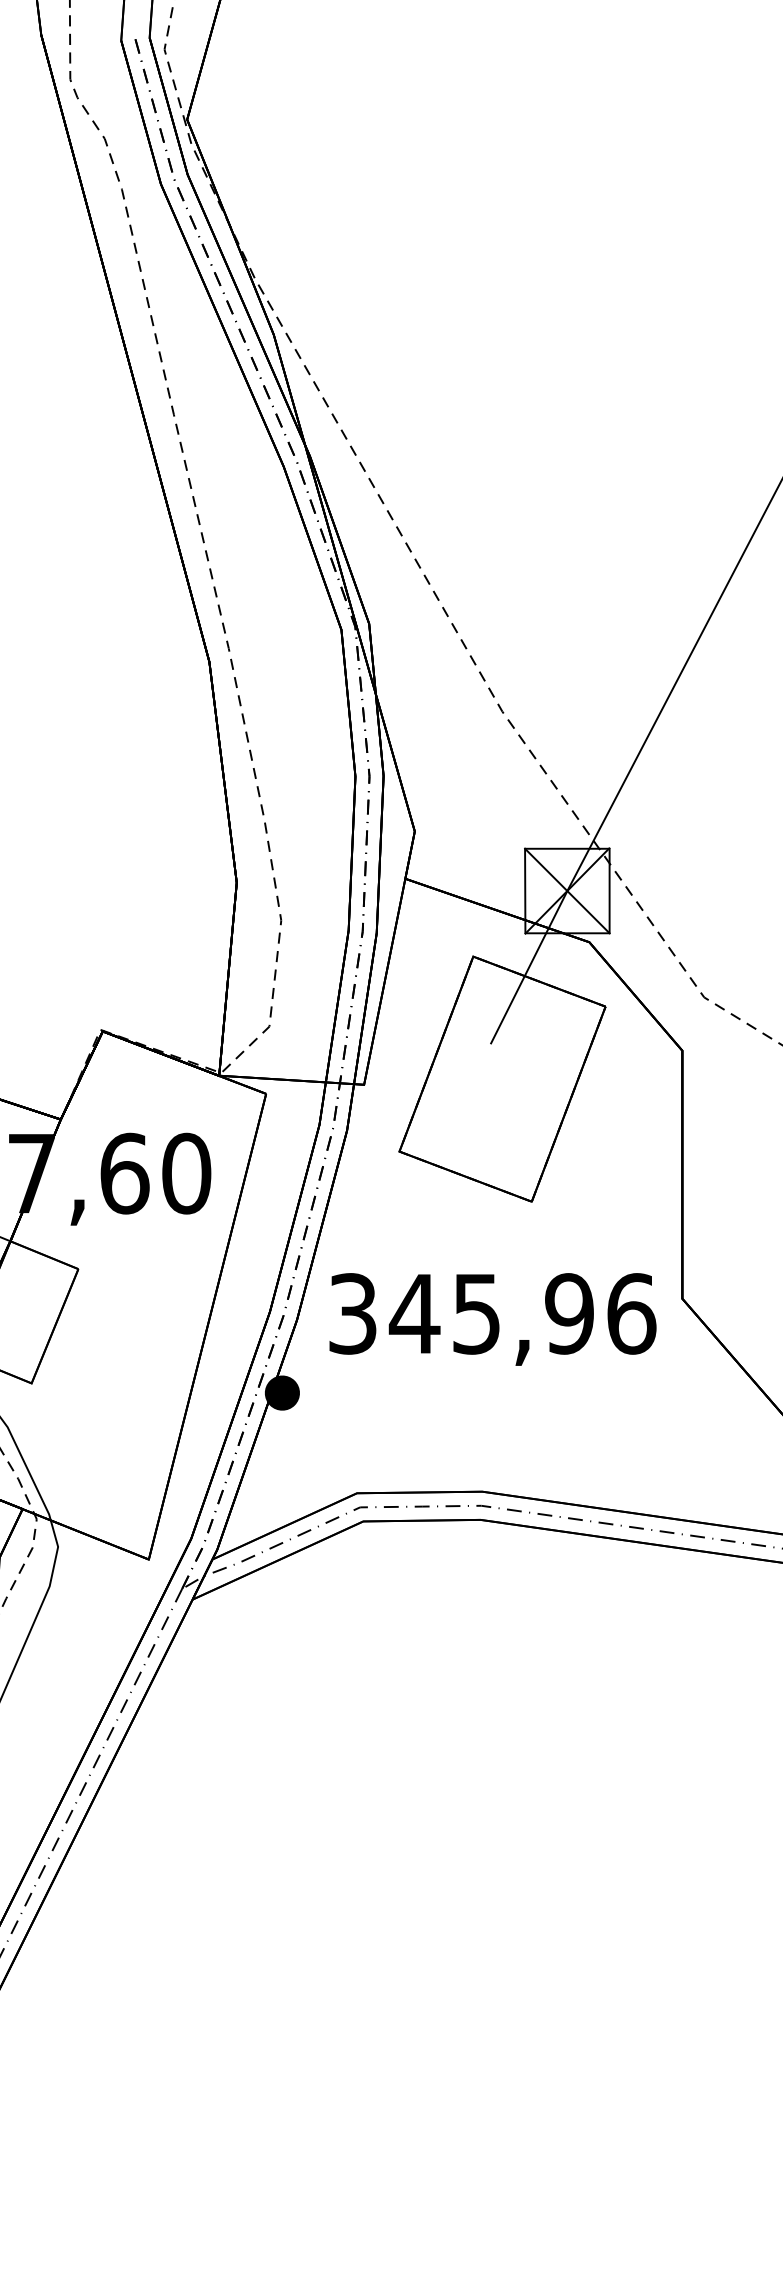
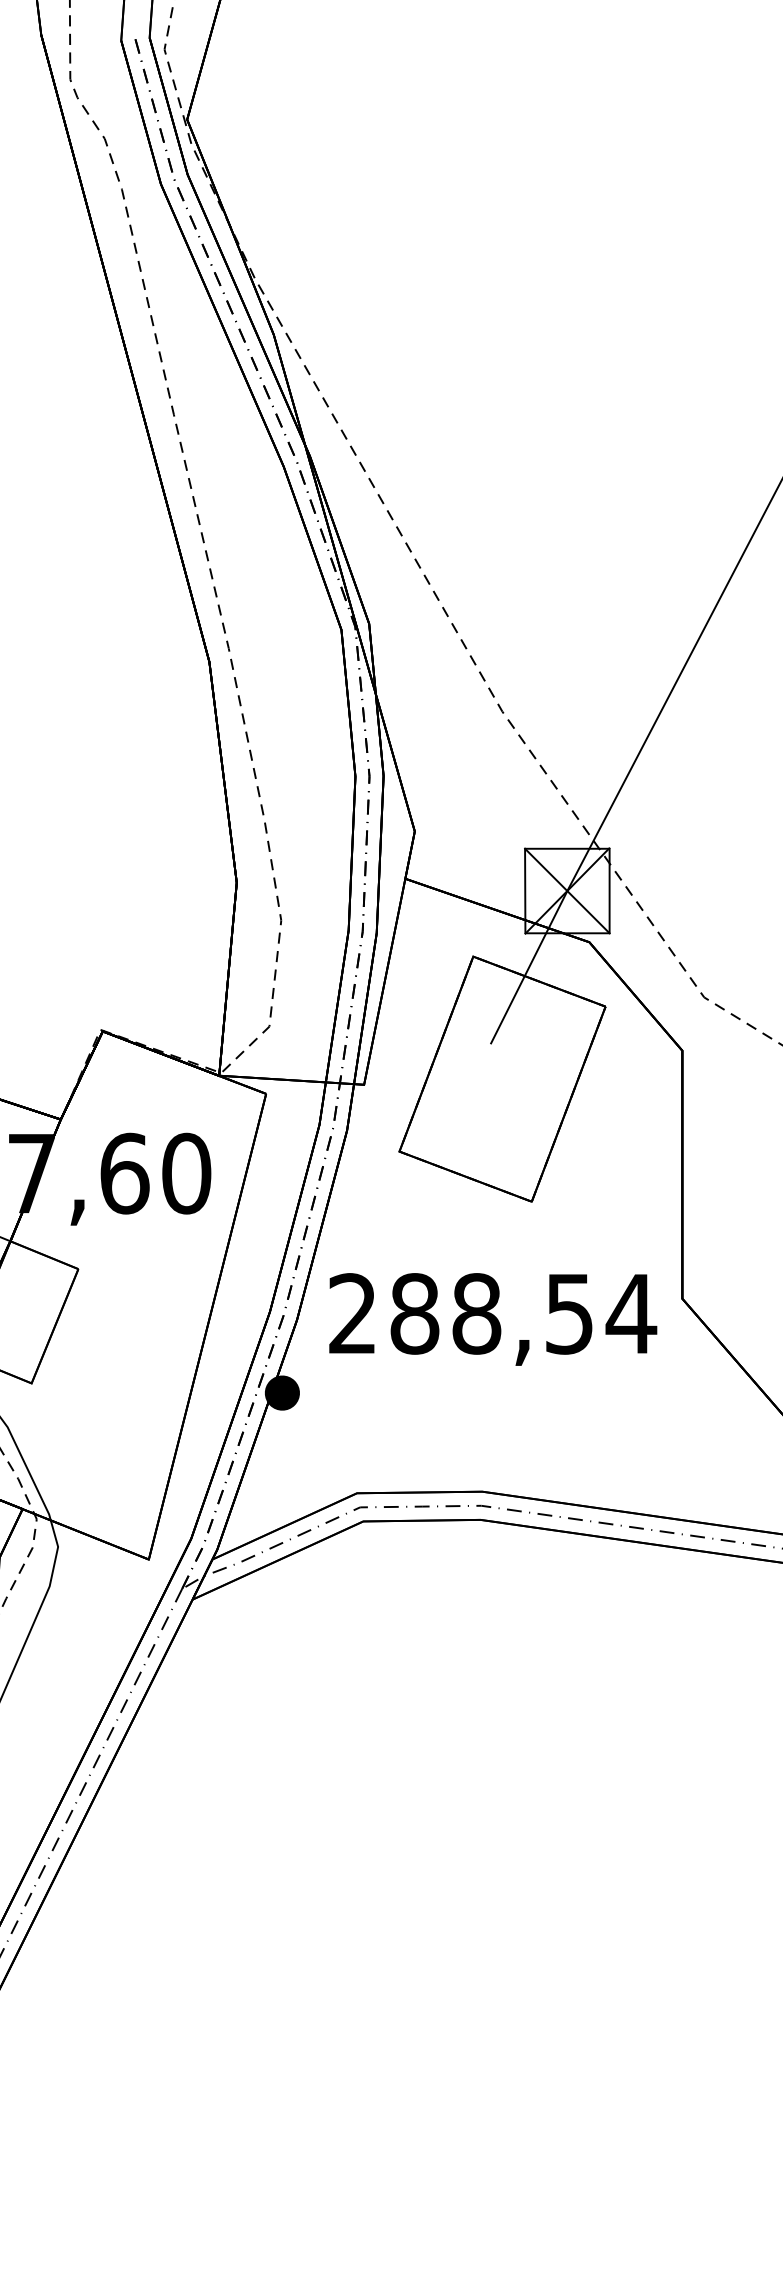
text at (493, 1313): 345,96 -> 288,54
